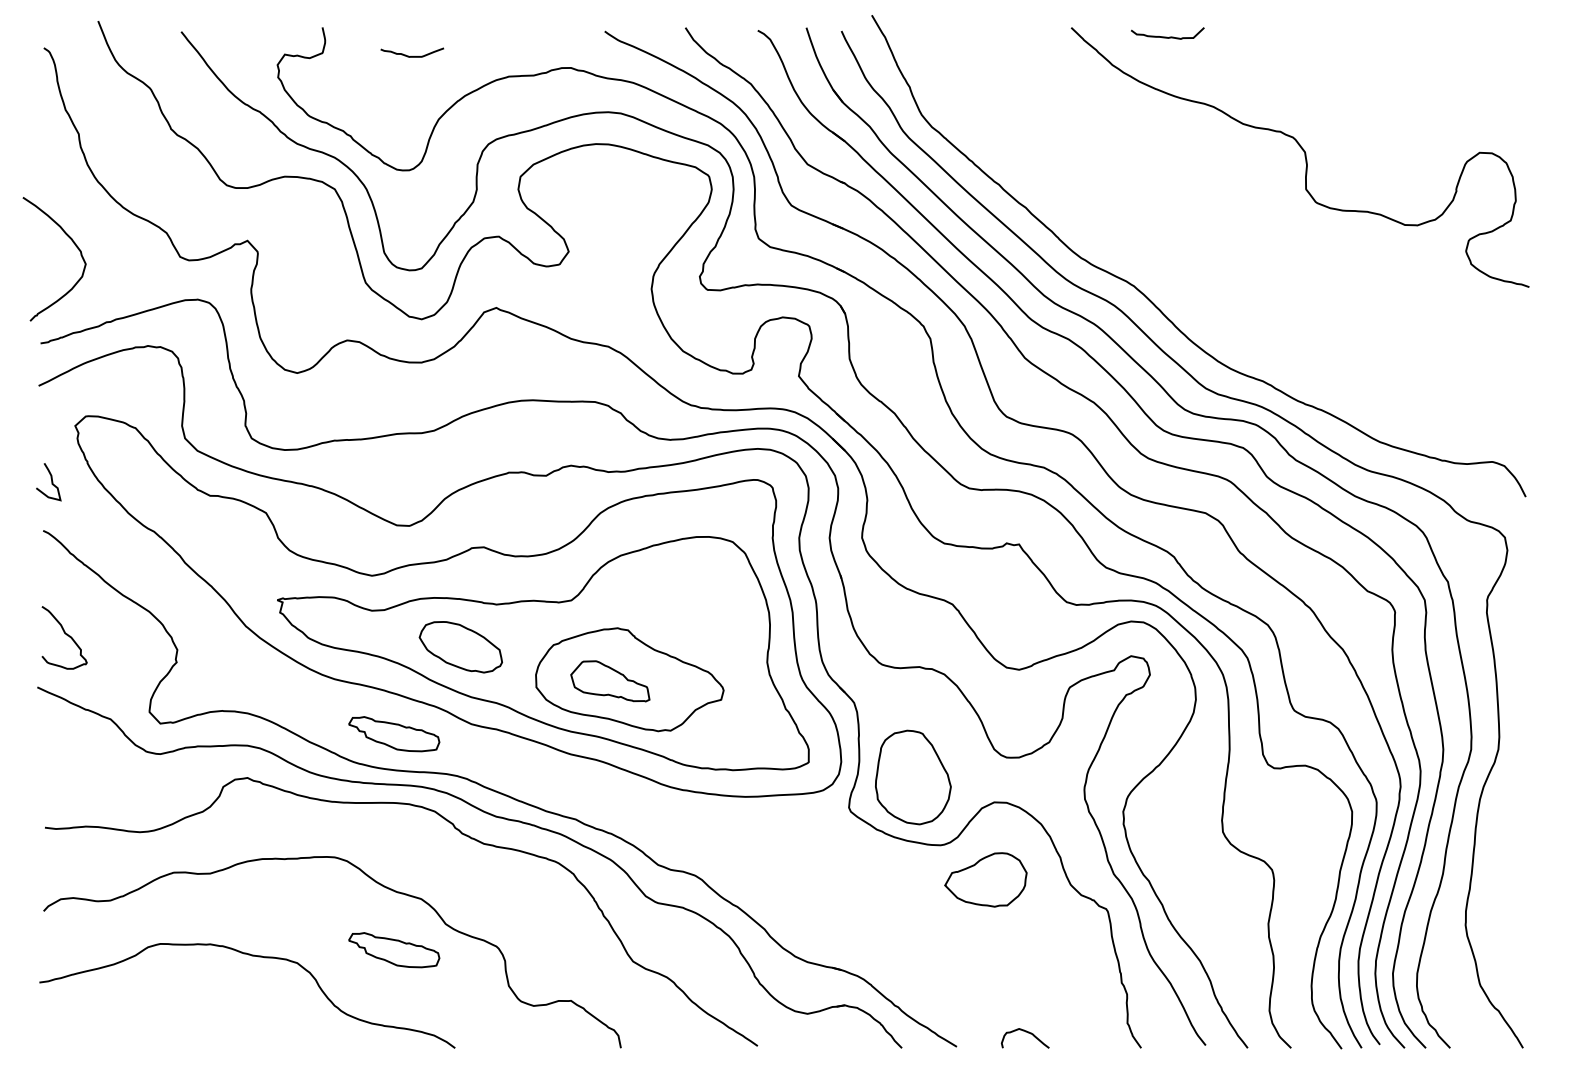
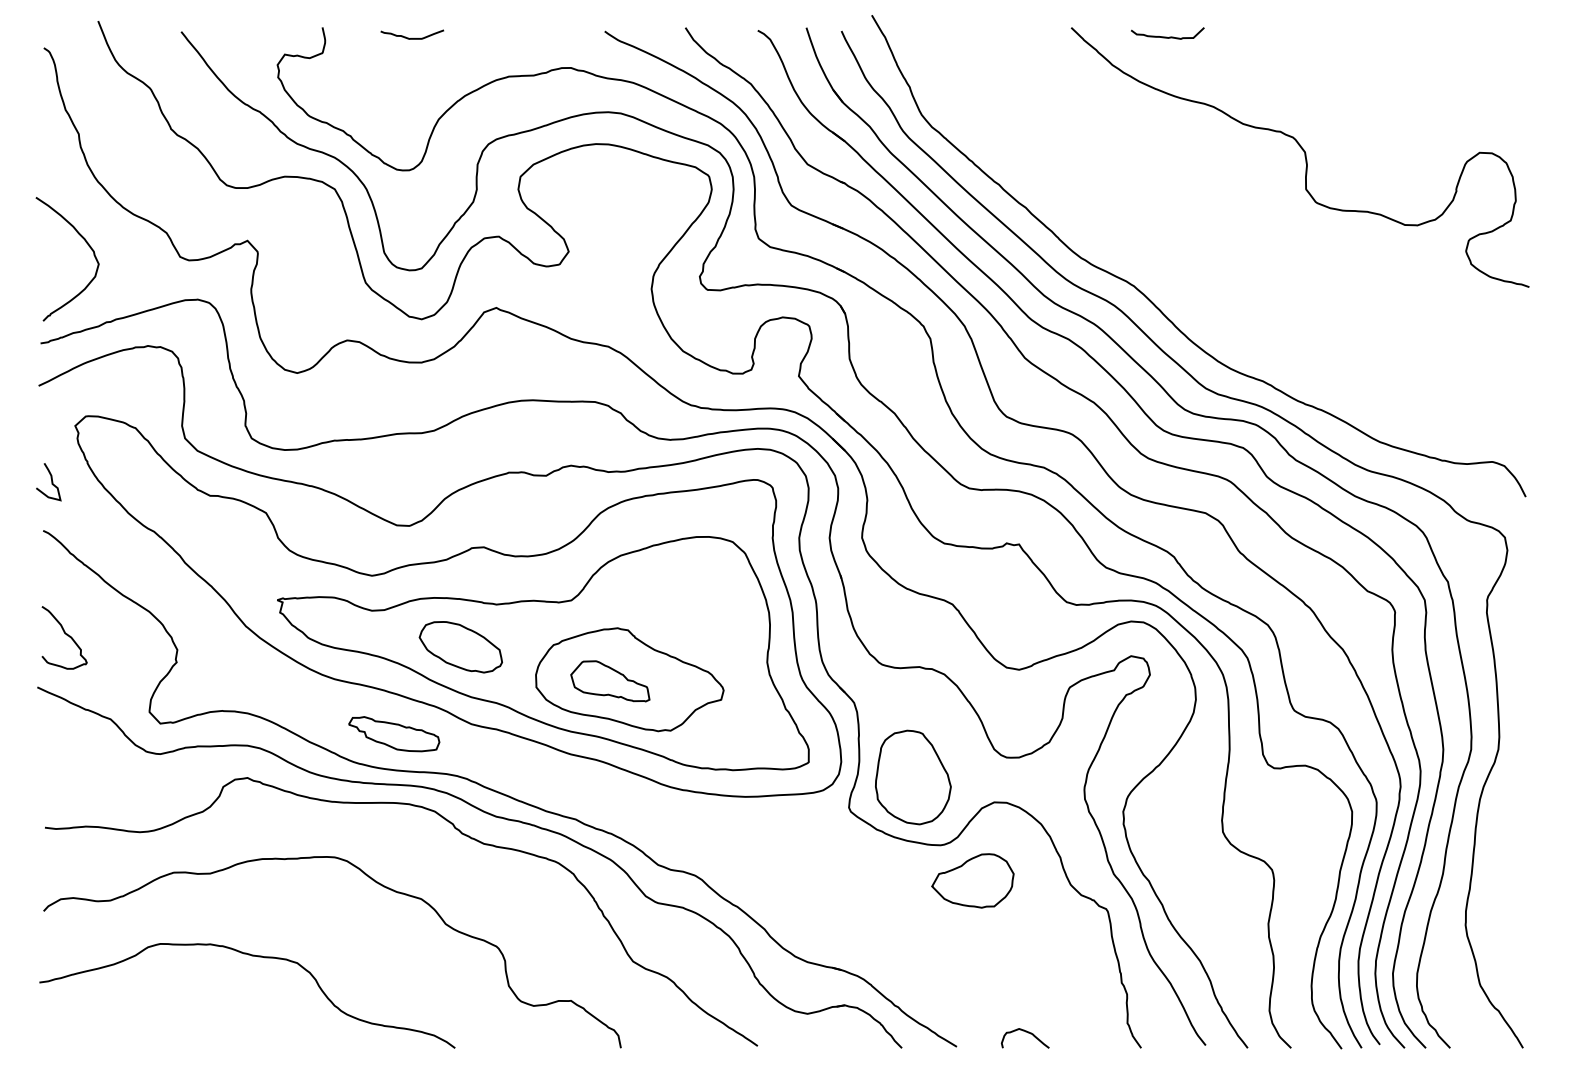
curve at (412, 56) position: (412, 56) -> (412, 38)
curve at (75, 246) position: (75, 246) -> (88, 246)
part at (985, 879) position: (985, 879) -> (972, 880)
part at (394, 950): present -> none
